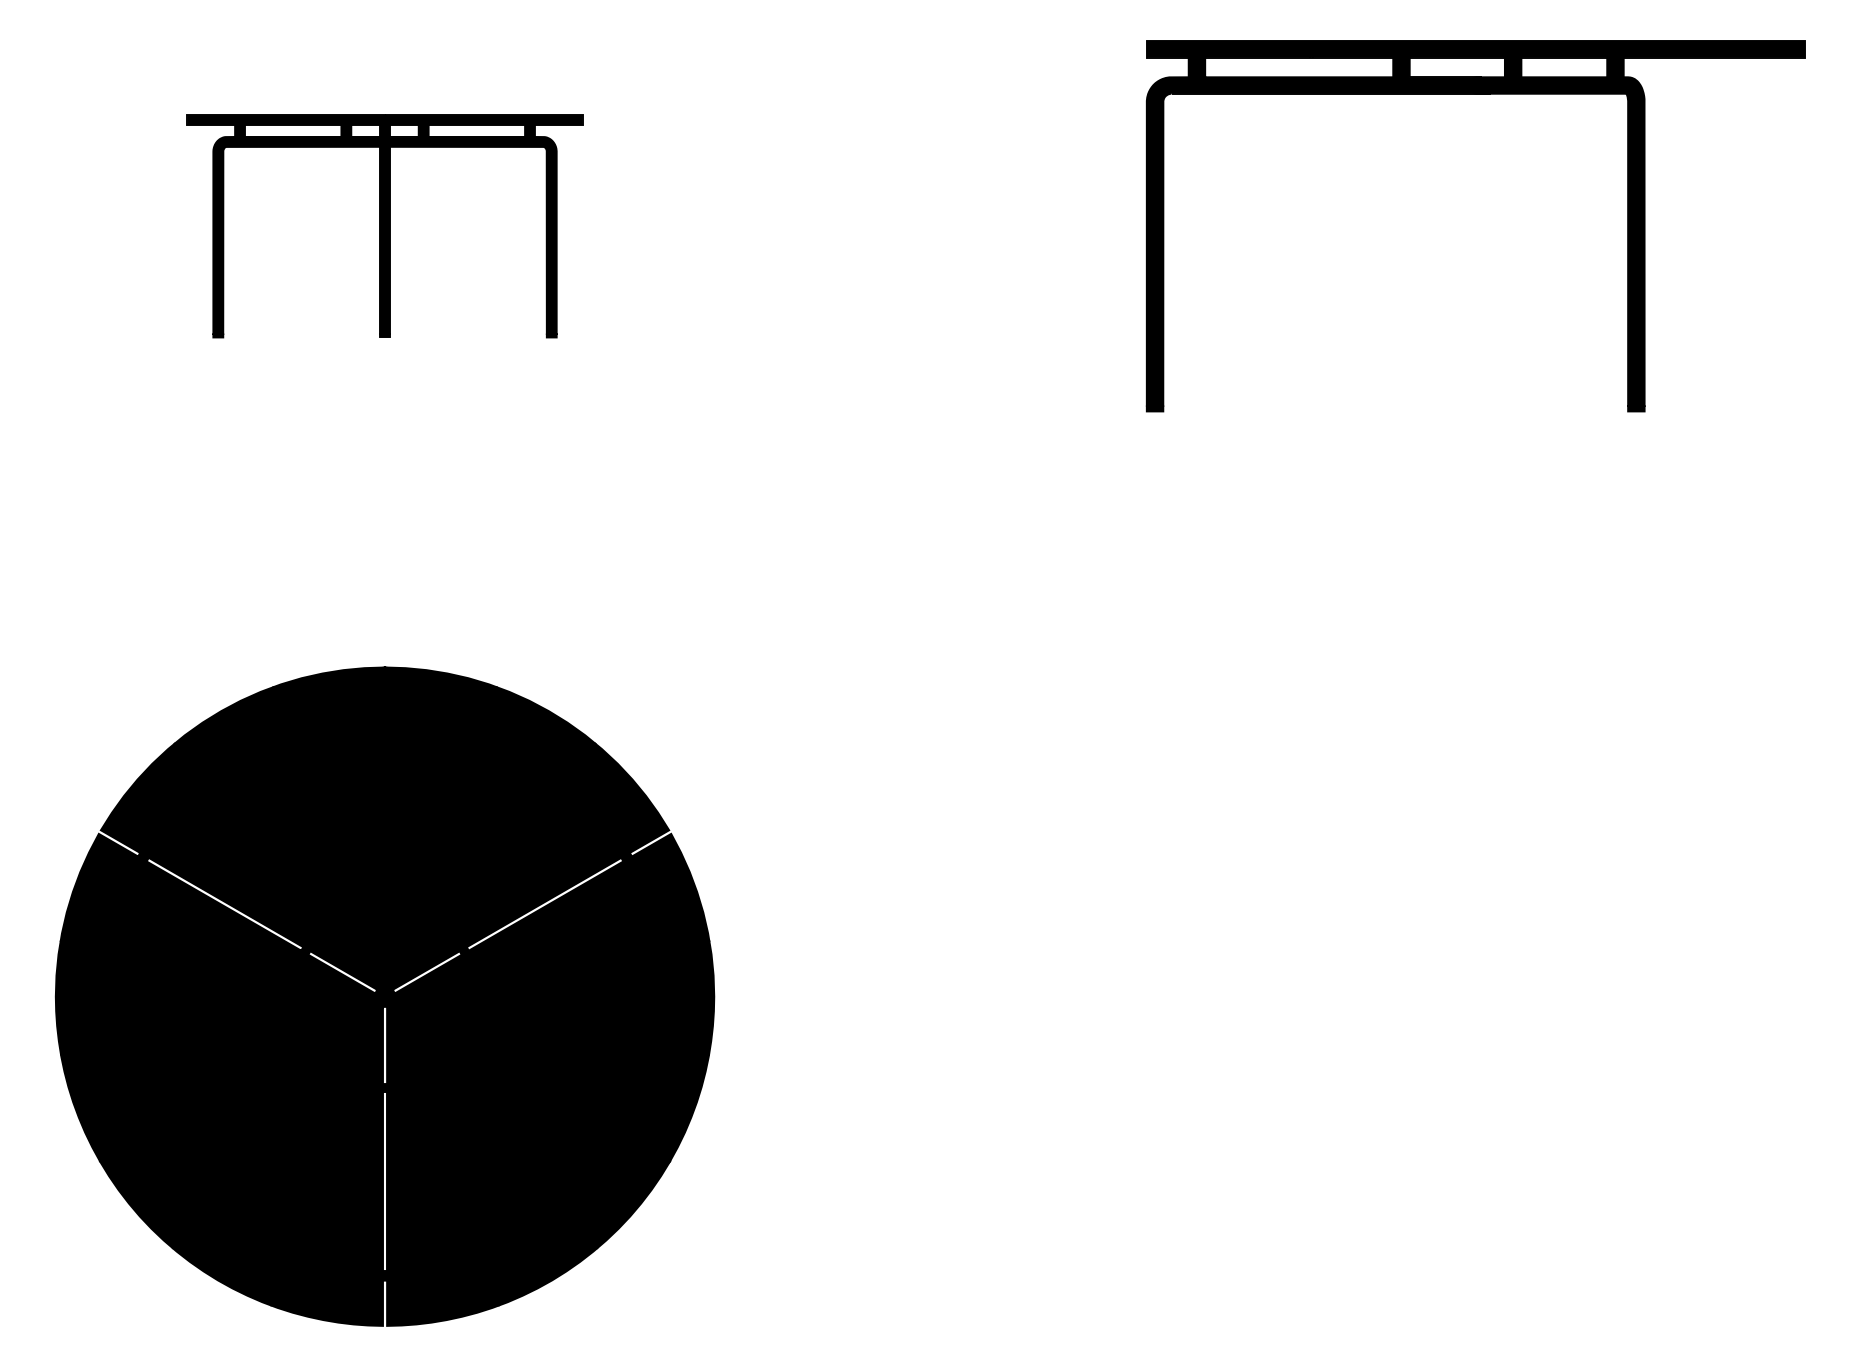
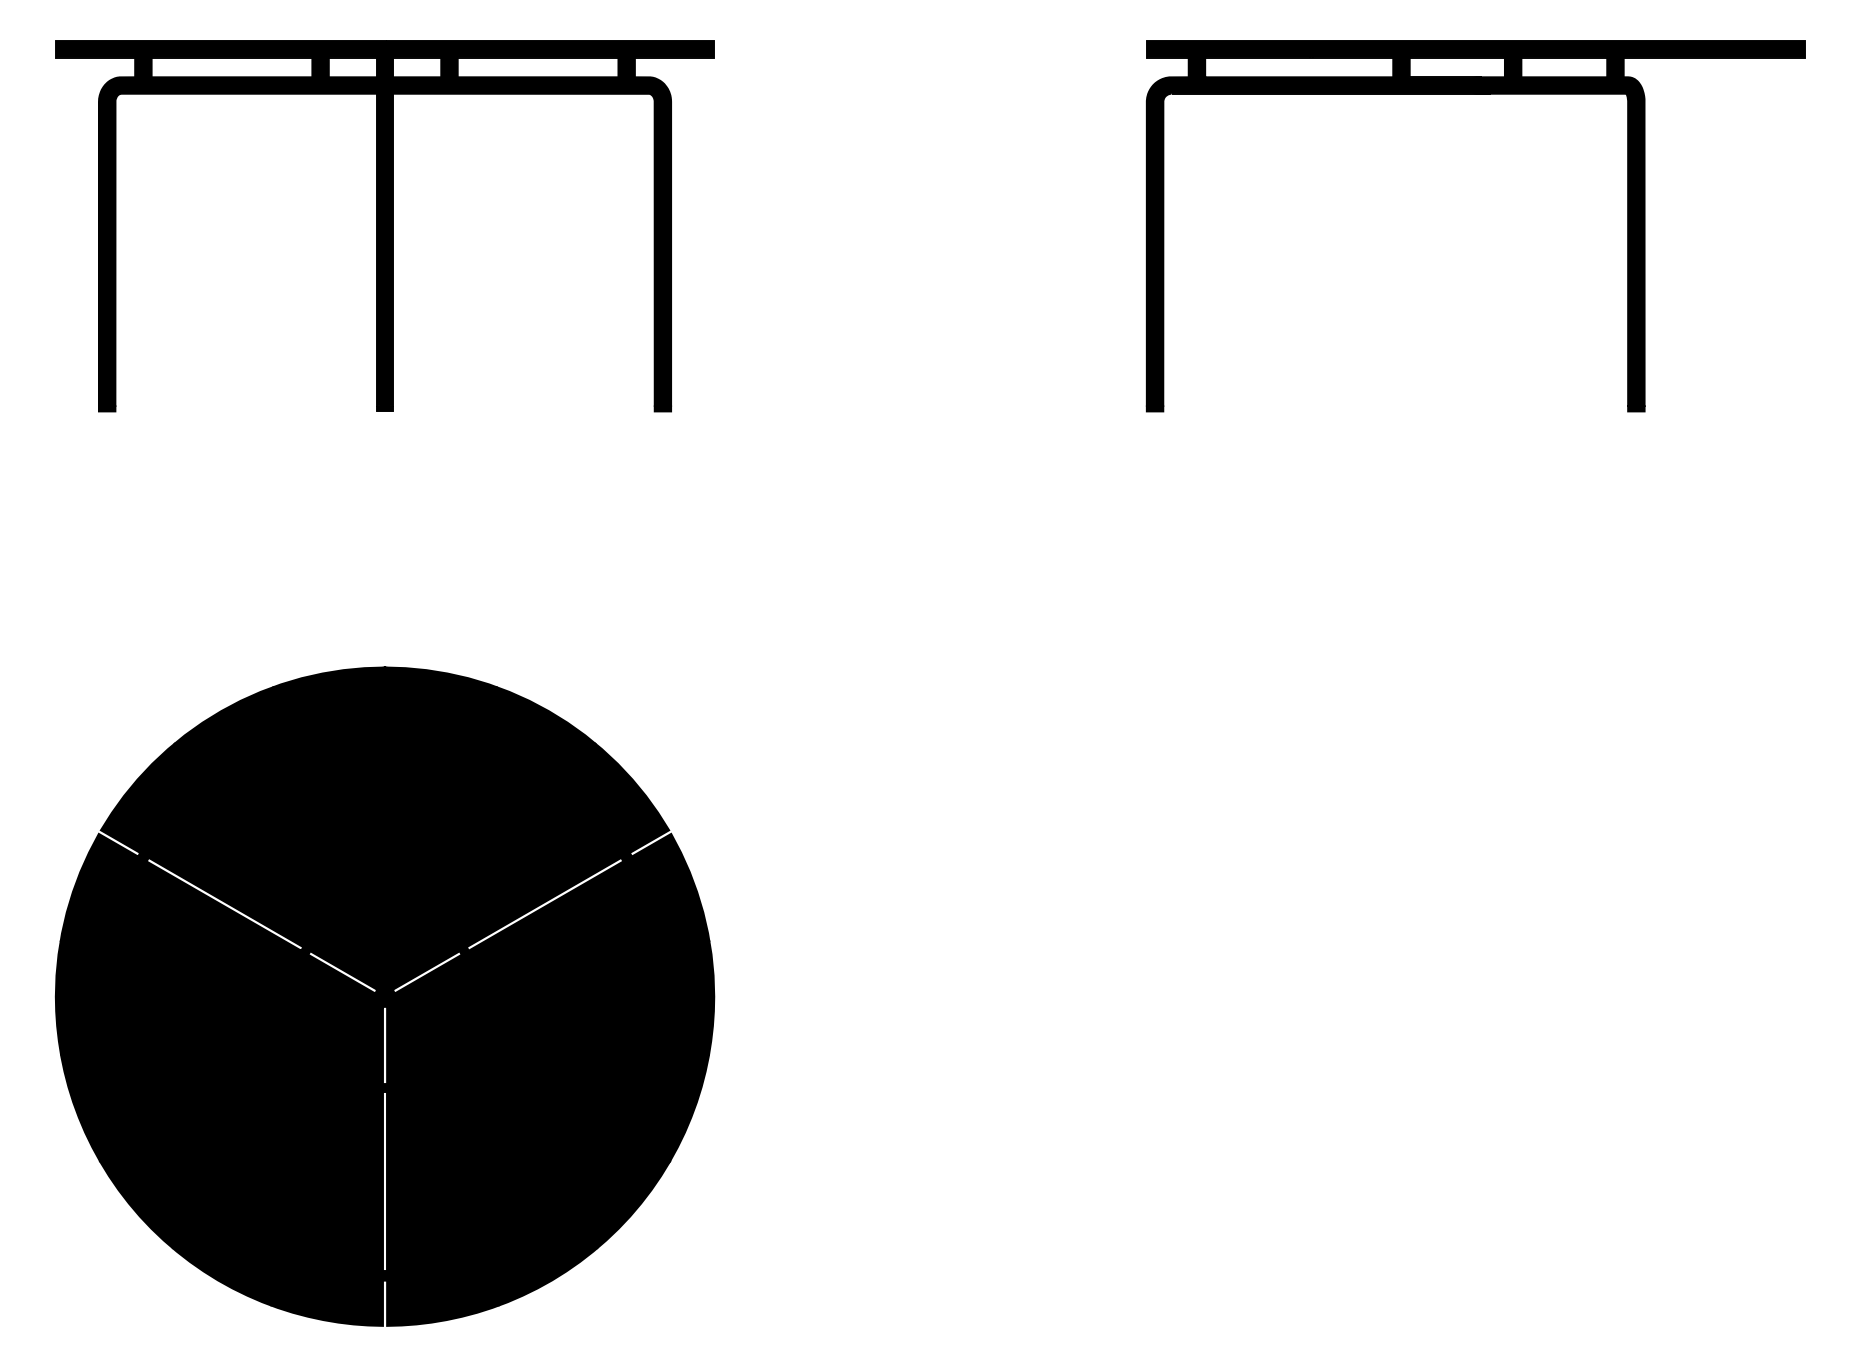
part at (384, 226) size: 398x225 px -> 660x373 px
